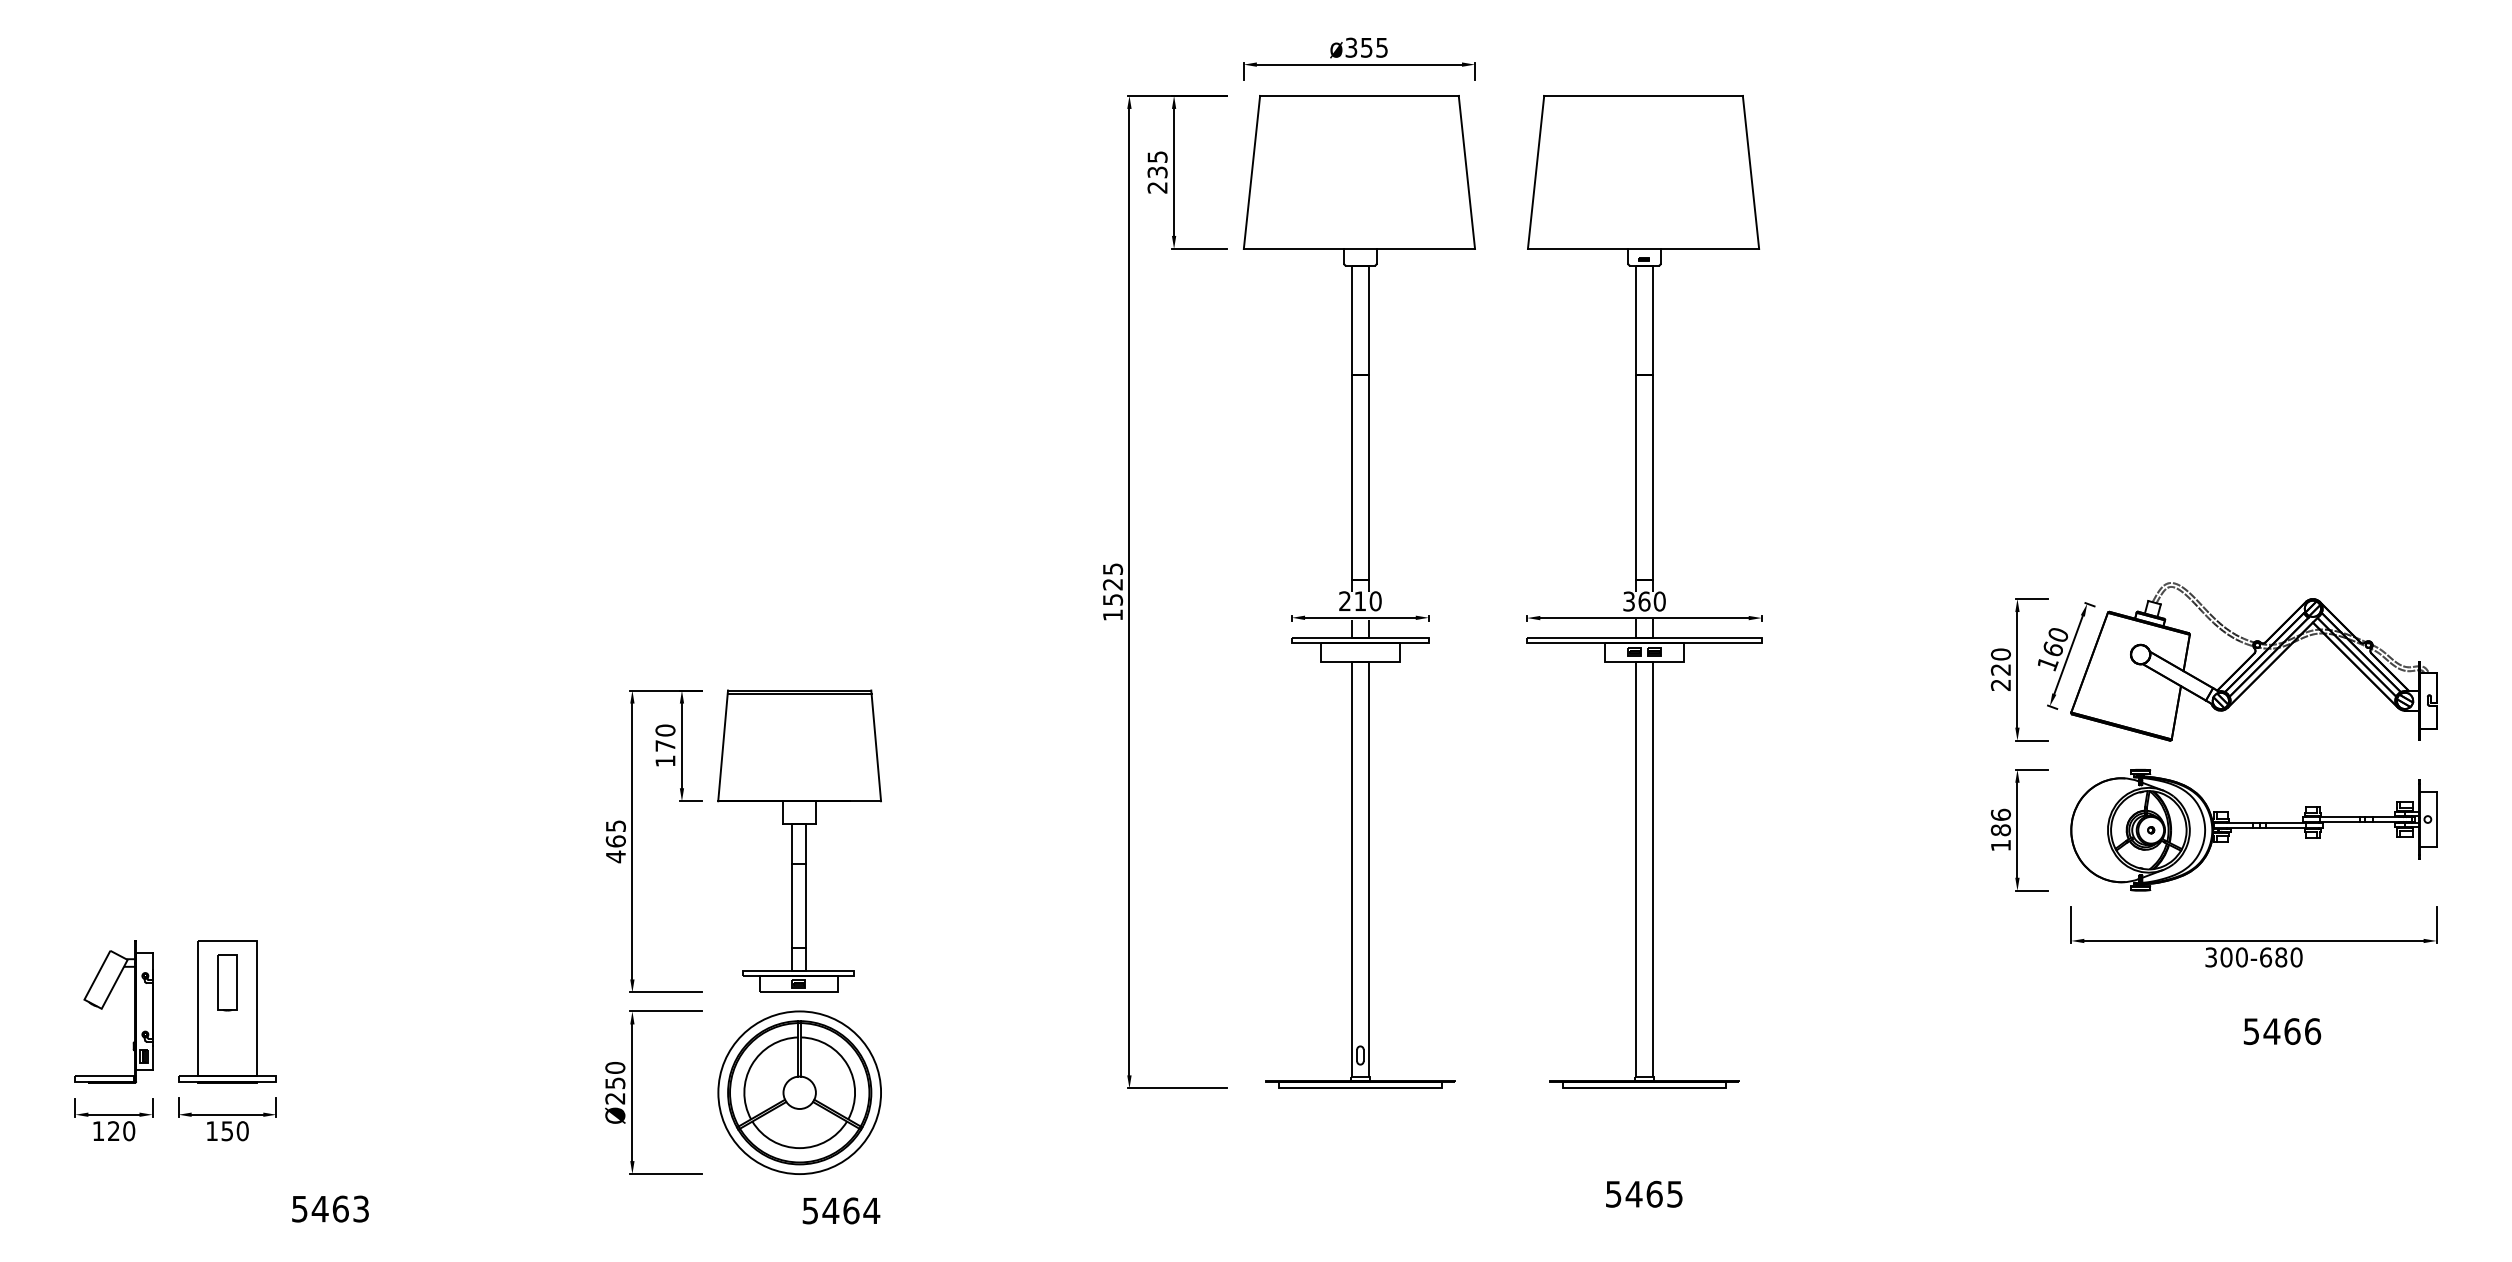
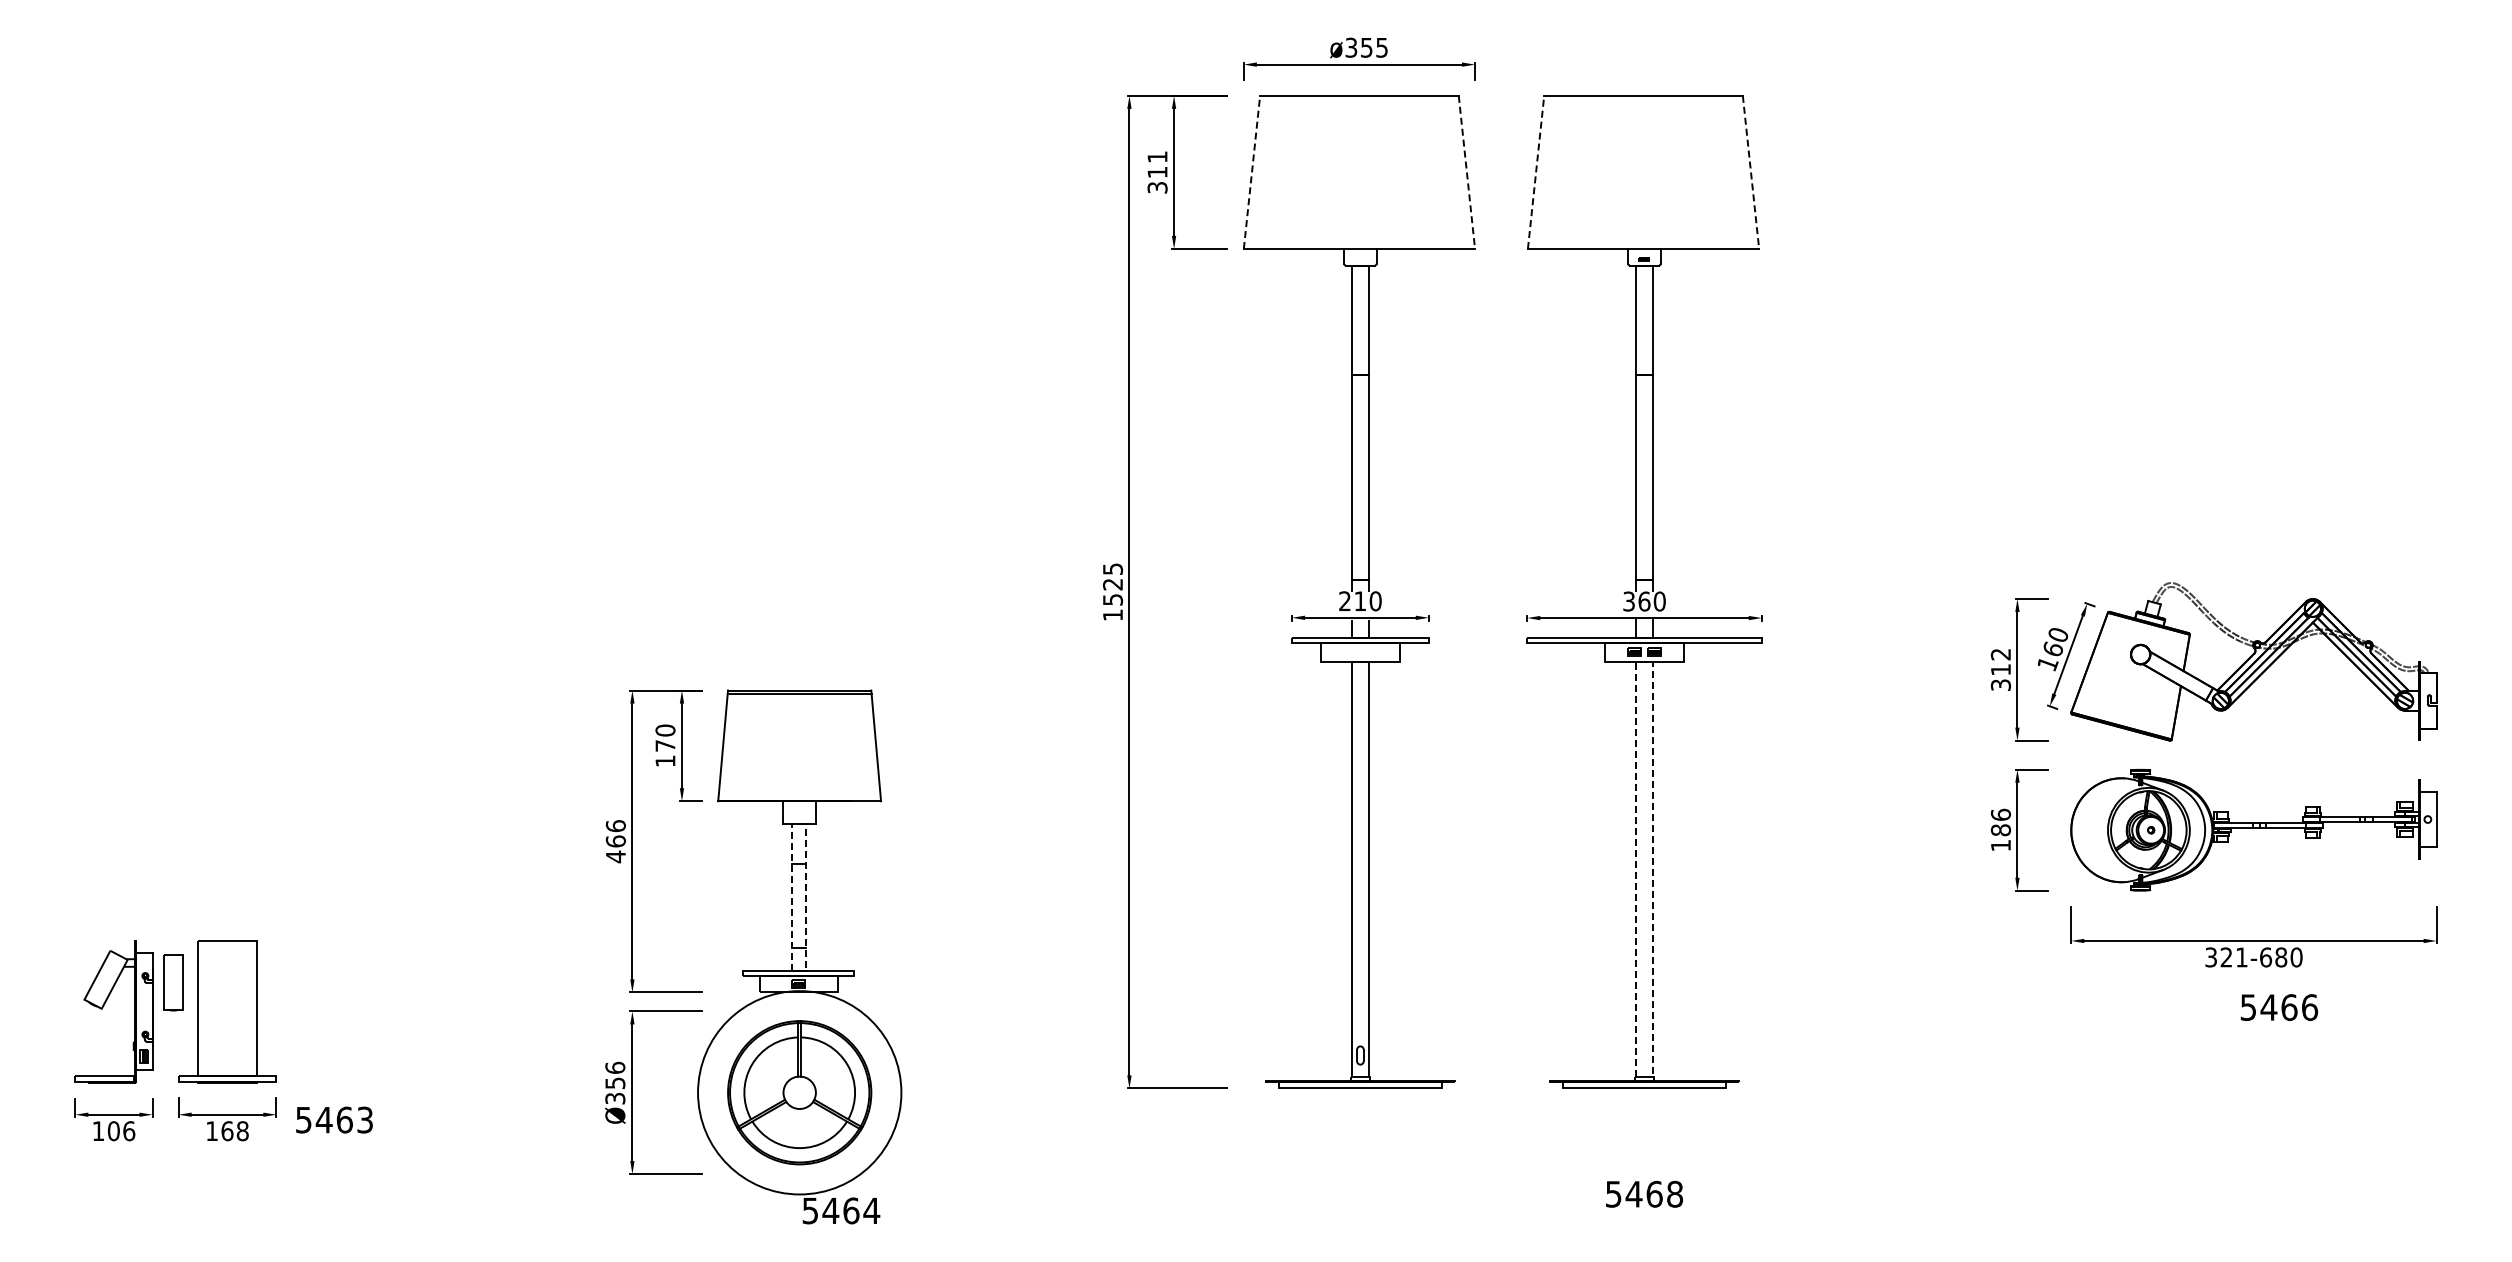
text at (1157, 172): 235 -> 311
line at (1251, 172): solid -> dashed
line at (1466, 172): solid -> dashed
line at (1536, 172): solid -> dashed
line at (1751, 172): solid -> dashed
line at (1644, 662): solid -> dashed
text at (2000, 669): 220 -> 312
line at (799, 824): solid -> dashed
text at (615, 826): 465 -> 466
text at (2233, 957): 300-680 -> 321-680
part at (227, 982) position: (227, 982) -> (173, 982)
text at (2282, 1031) position: (2282, 1031) -> (2279, 1007)
text at (615, 1082): Ø250 -> Ø356
circle at (799, 1092) diameter: 163 px -> 203 px
text at (121, 1131): 120 -> 106
text at (234, 1131): 150 -> 168
text at (1675, 1193): 5465 -> 5468
text at (330, 1208) position: (330, 1208) -> (334, 1119)
